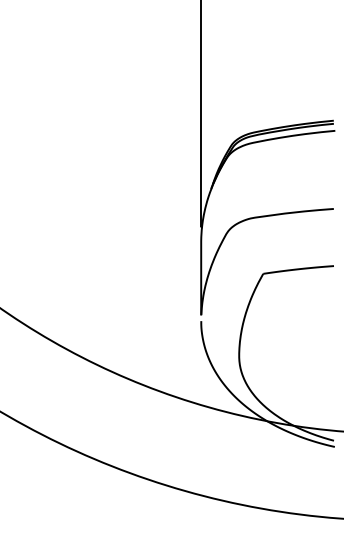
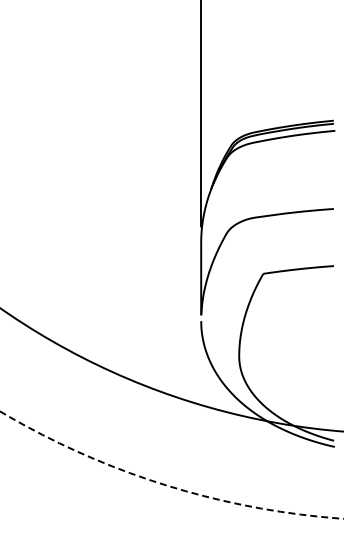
circle at (171, 464): solid -> dashed
